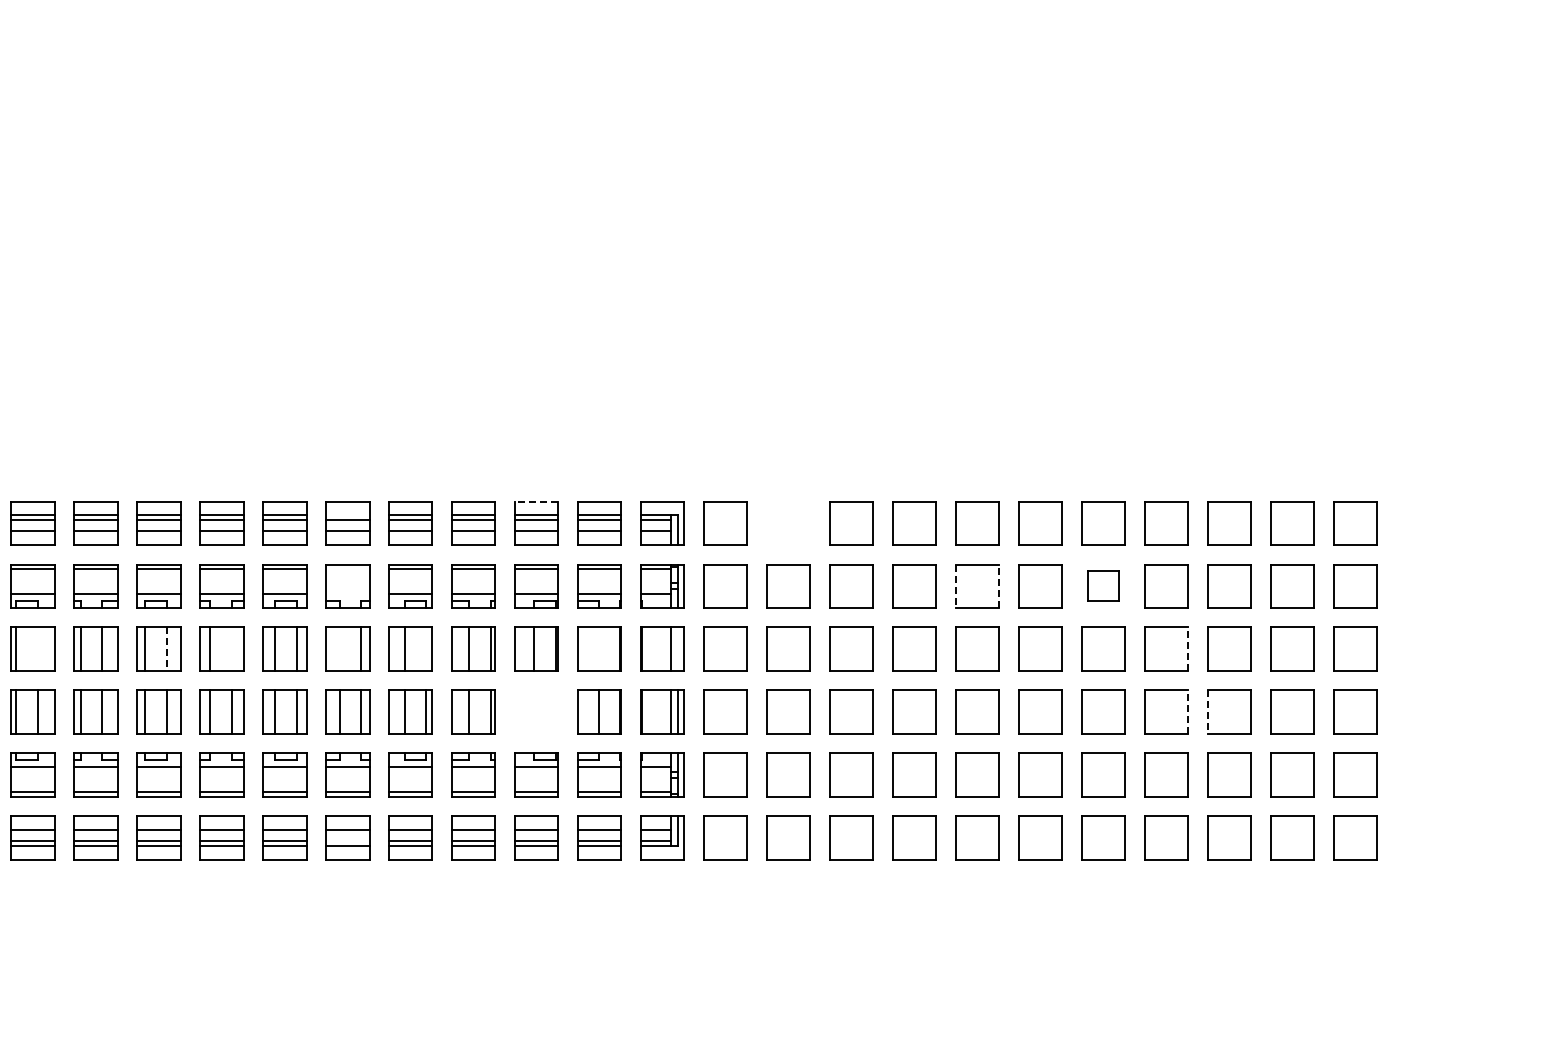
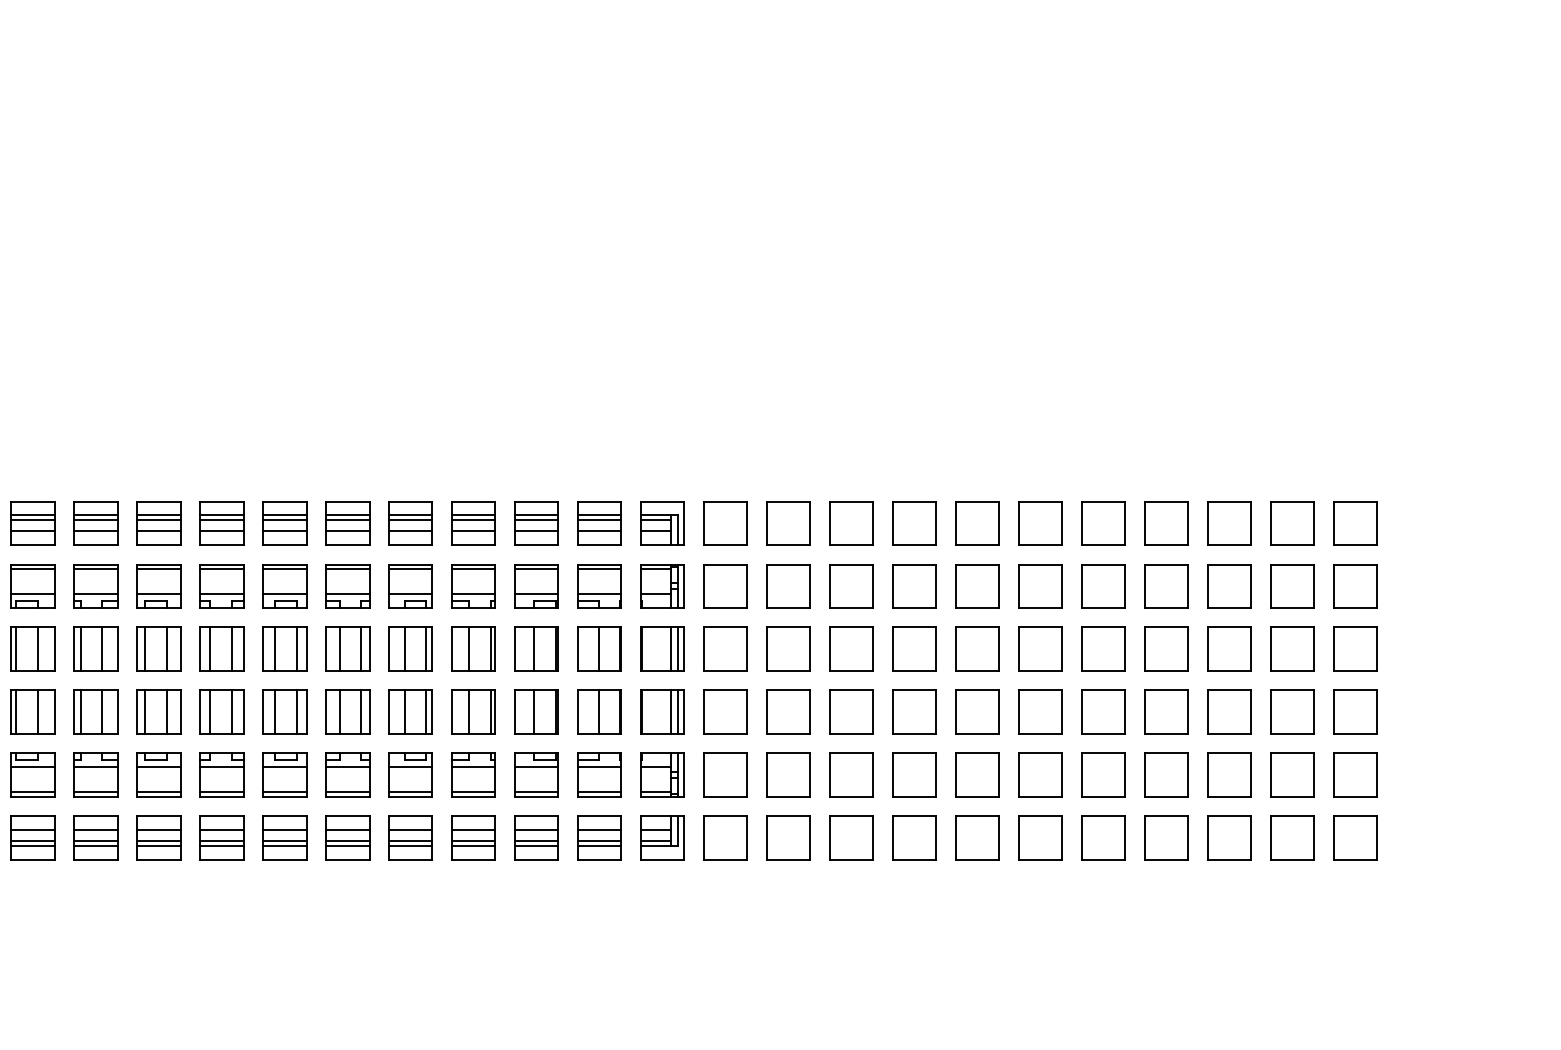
line at (536, 501): dashed -> solid
line at (347, 515): none -> present
part at (788, 523): none -> present
line at (347, 568): none -> present
part at (1103, 585) size: 33x32 px -> 45x45 px
line at (956, 586): dashed -> solid
line at (999, 586): dashed -> solid
line at (347, 594): none -> present
line at (37, 648): none -> present
line at (231, 648): none -> present
line at (339, 648): none -> present
line at (426, 648): none -> present
line at (598, 648): none -> present
line at (678, 648): none -> present
line at (167, 649): dashed -> solid
line at (1188, 649): dashed -> solid
part at (536, 711): none -> present
line at (1188, 712): dashed -> solid
line at (1207, 712): dashed -> solid
line at (347, 840): none -> present
